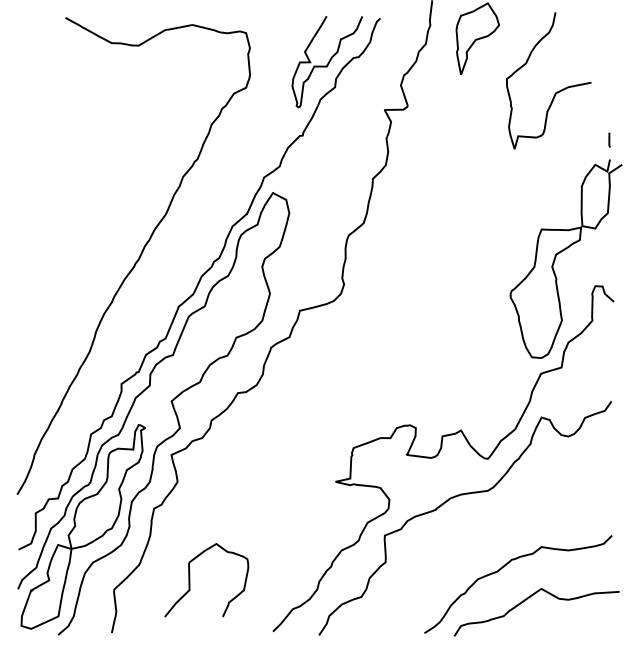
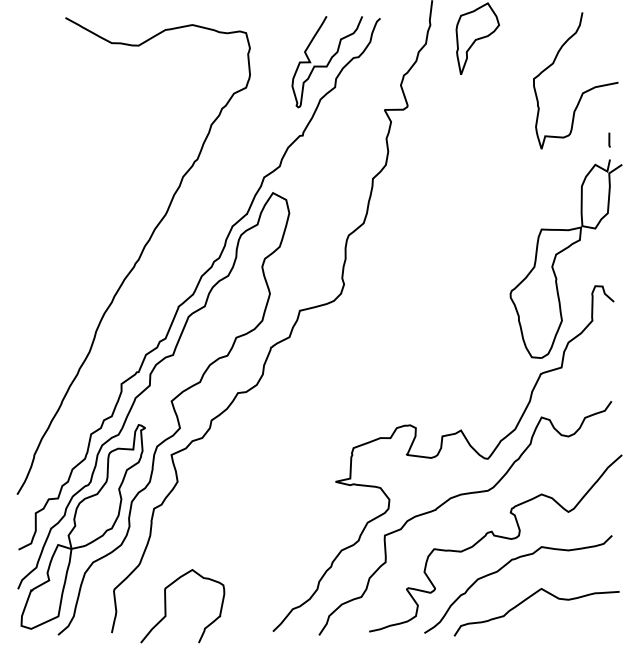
curve at (555, 92) position: (555, 92) -> (582, 92)
curve at (497, 537): none -> present
curve at (190, 580) position: (190, 580) -> (166, 606)
